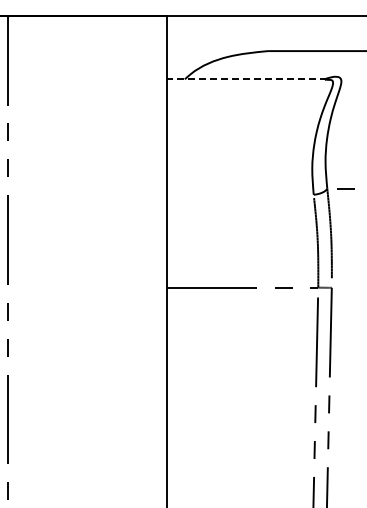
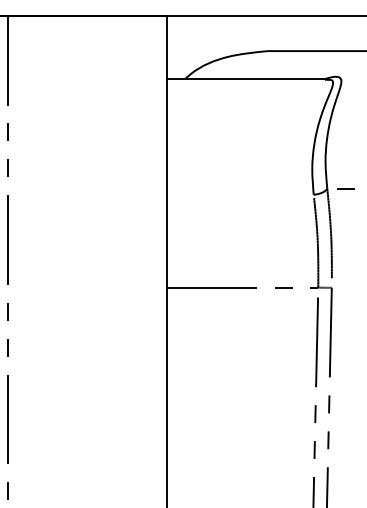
line at (246, 79): dashed -> solid
